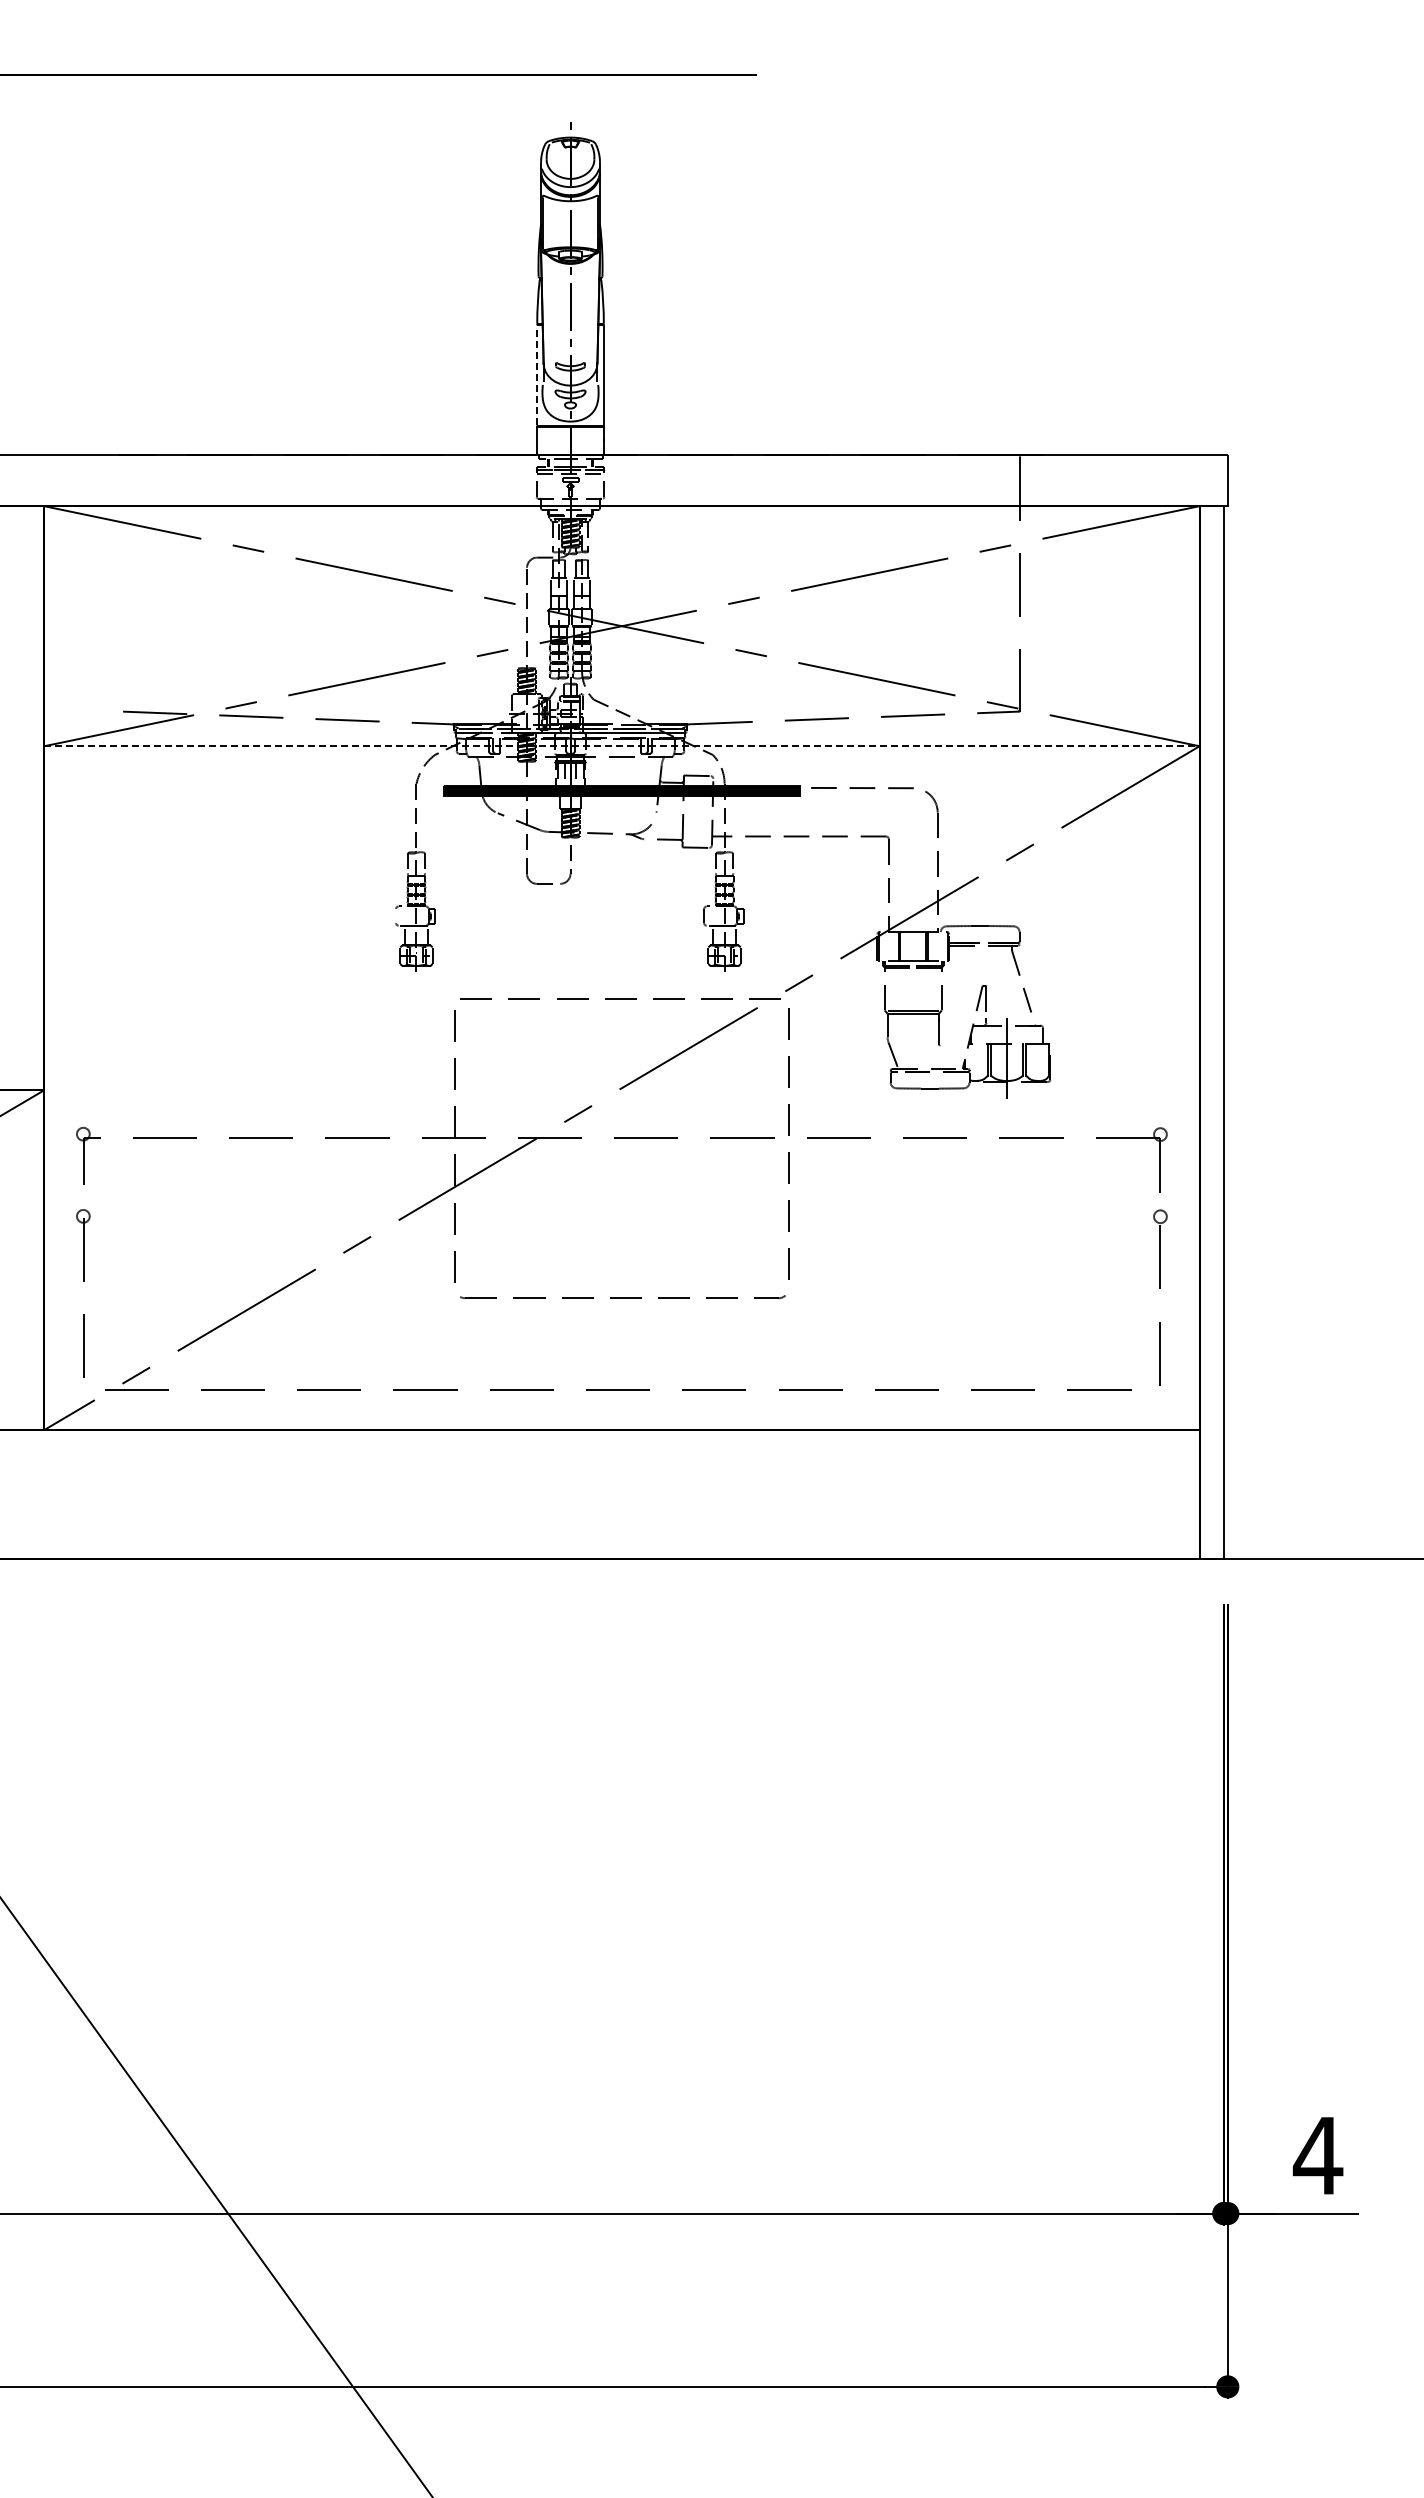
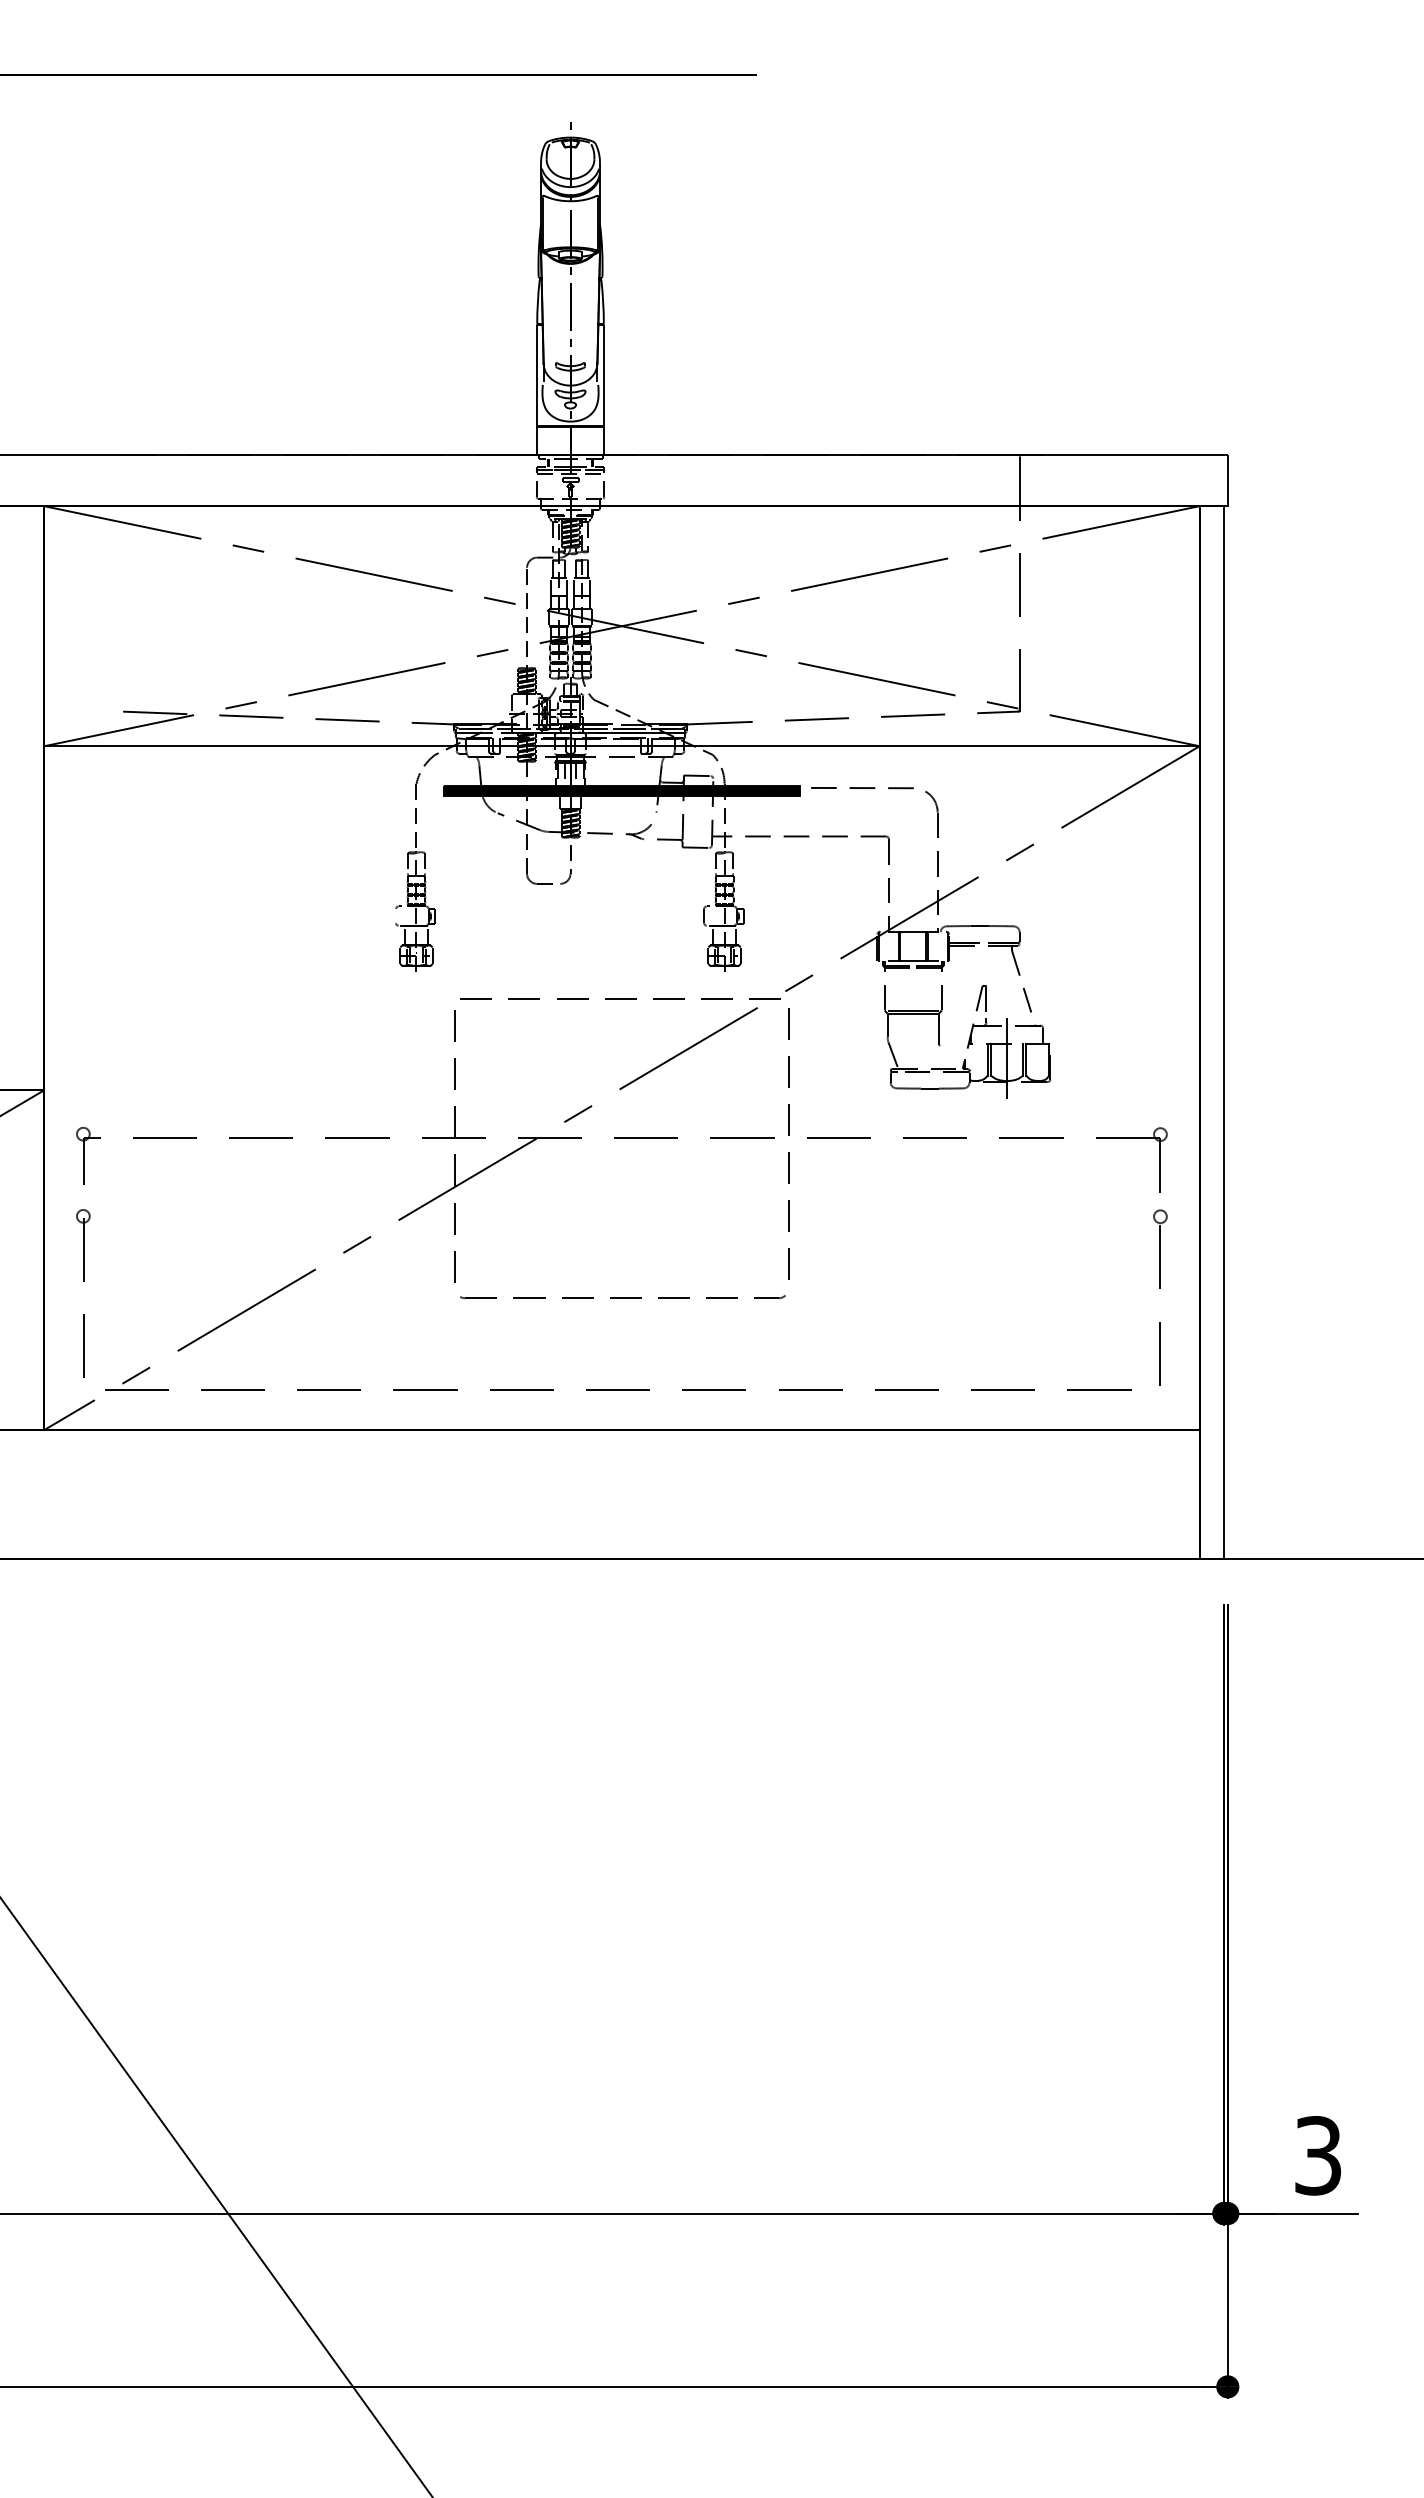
line at (537, 375): dashed -> solid
line at (621, 746): dashed -> solid
text at (1317, 2155): 4 -> 3
